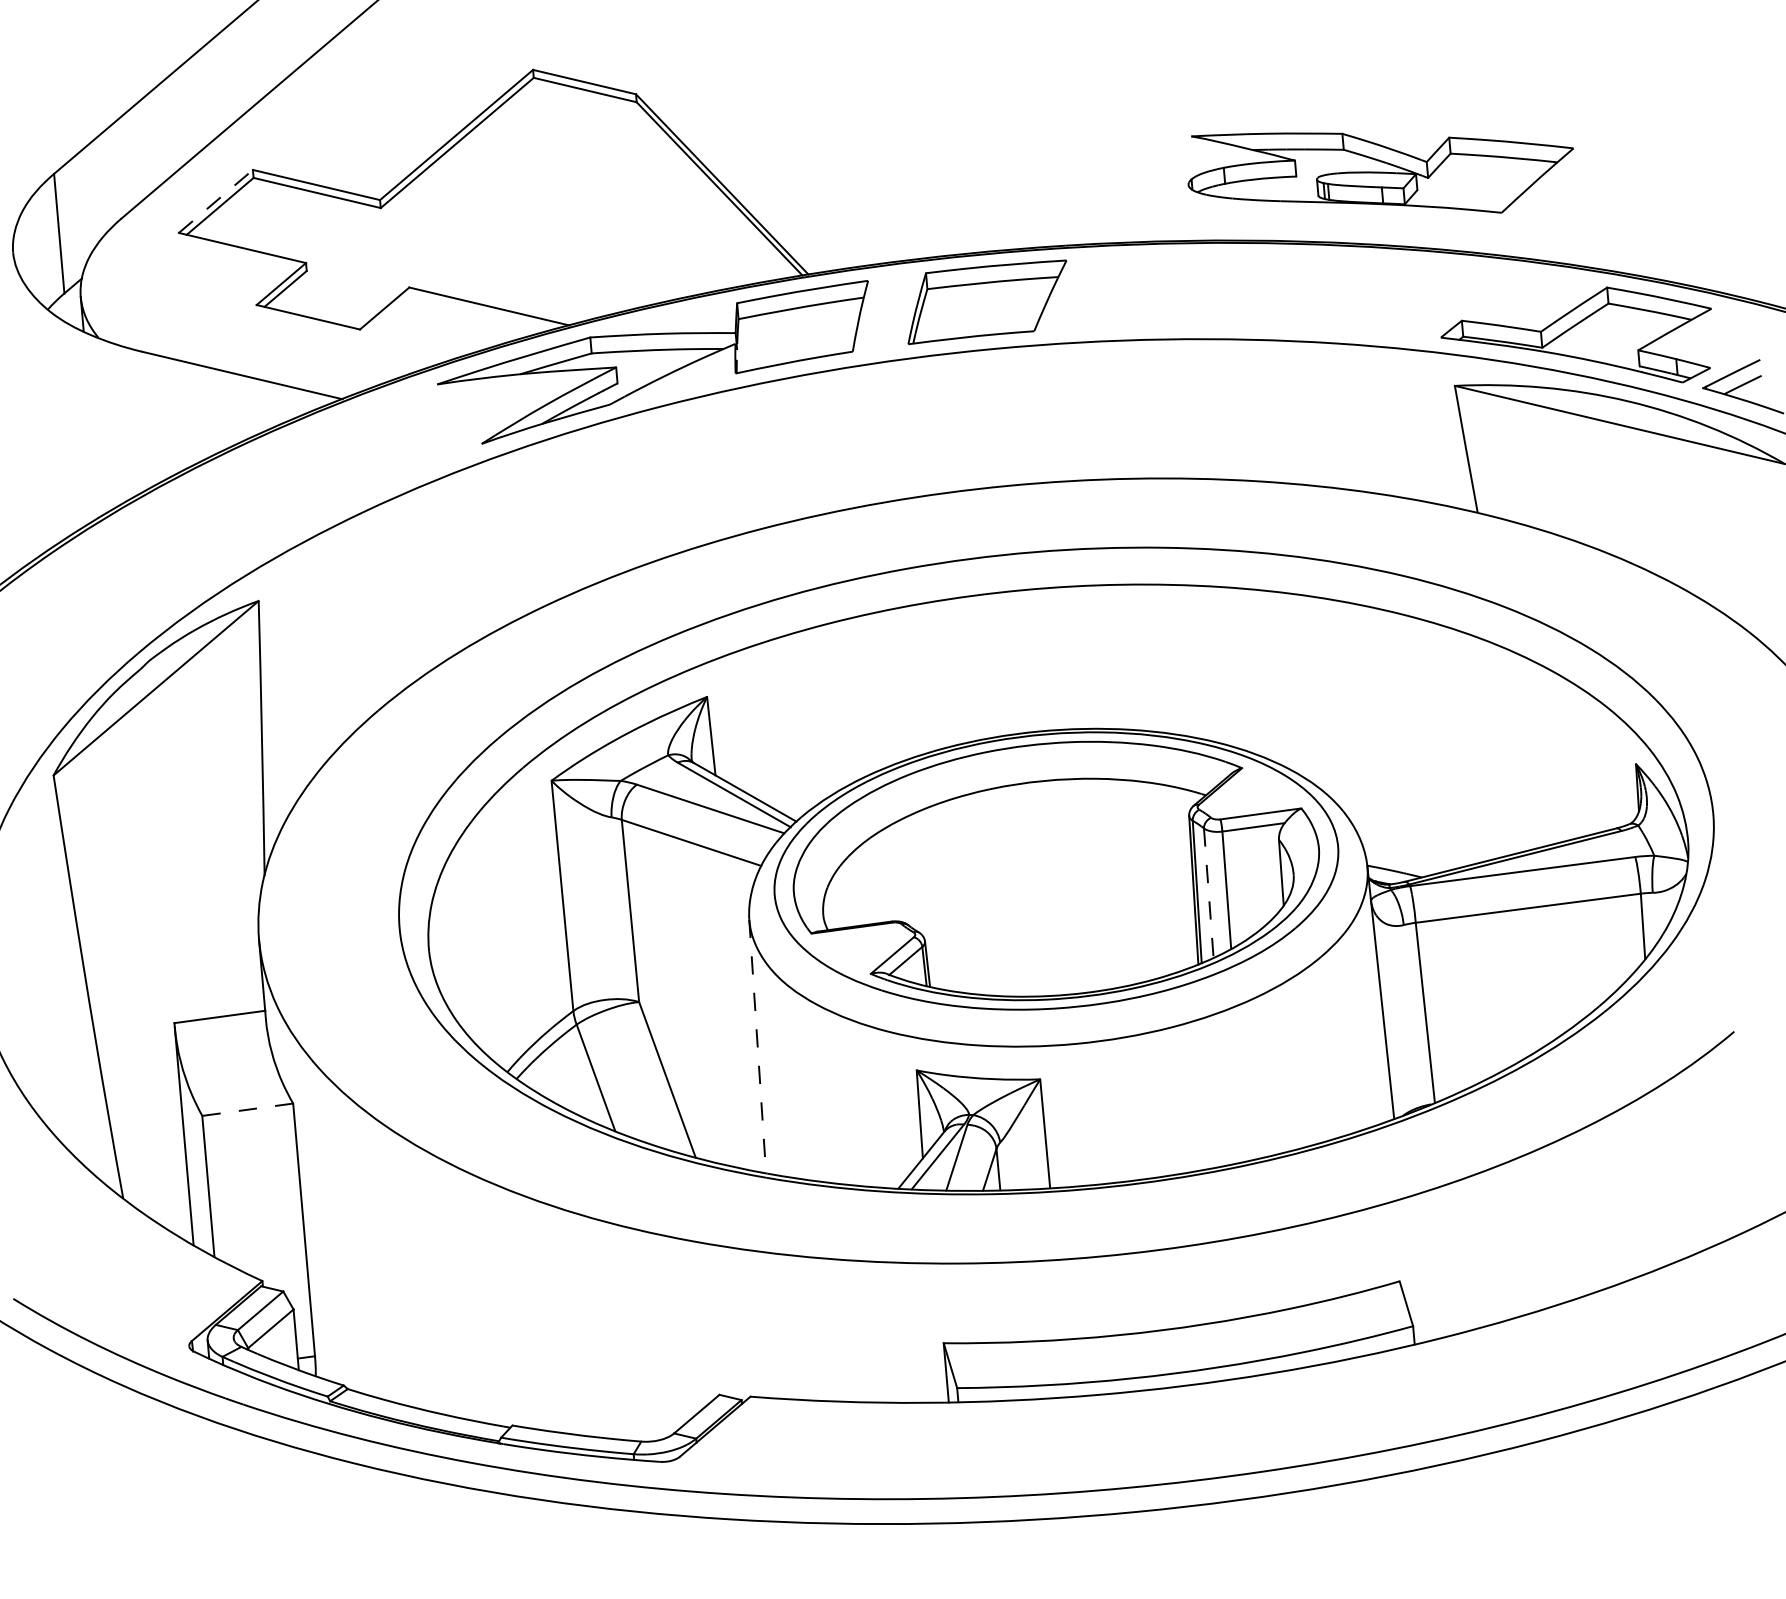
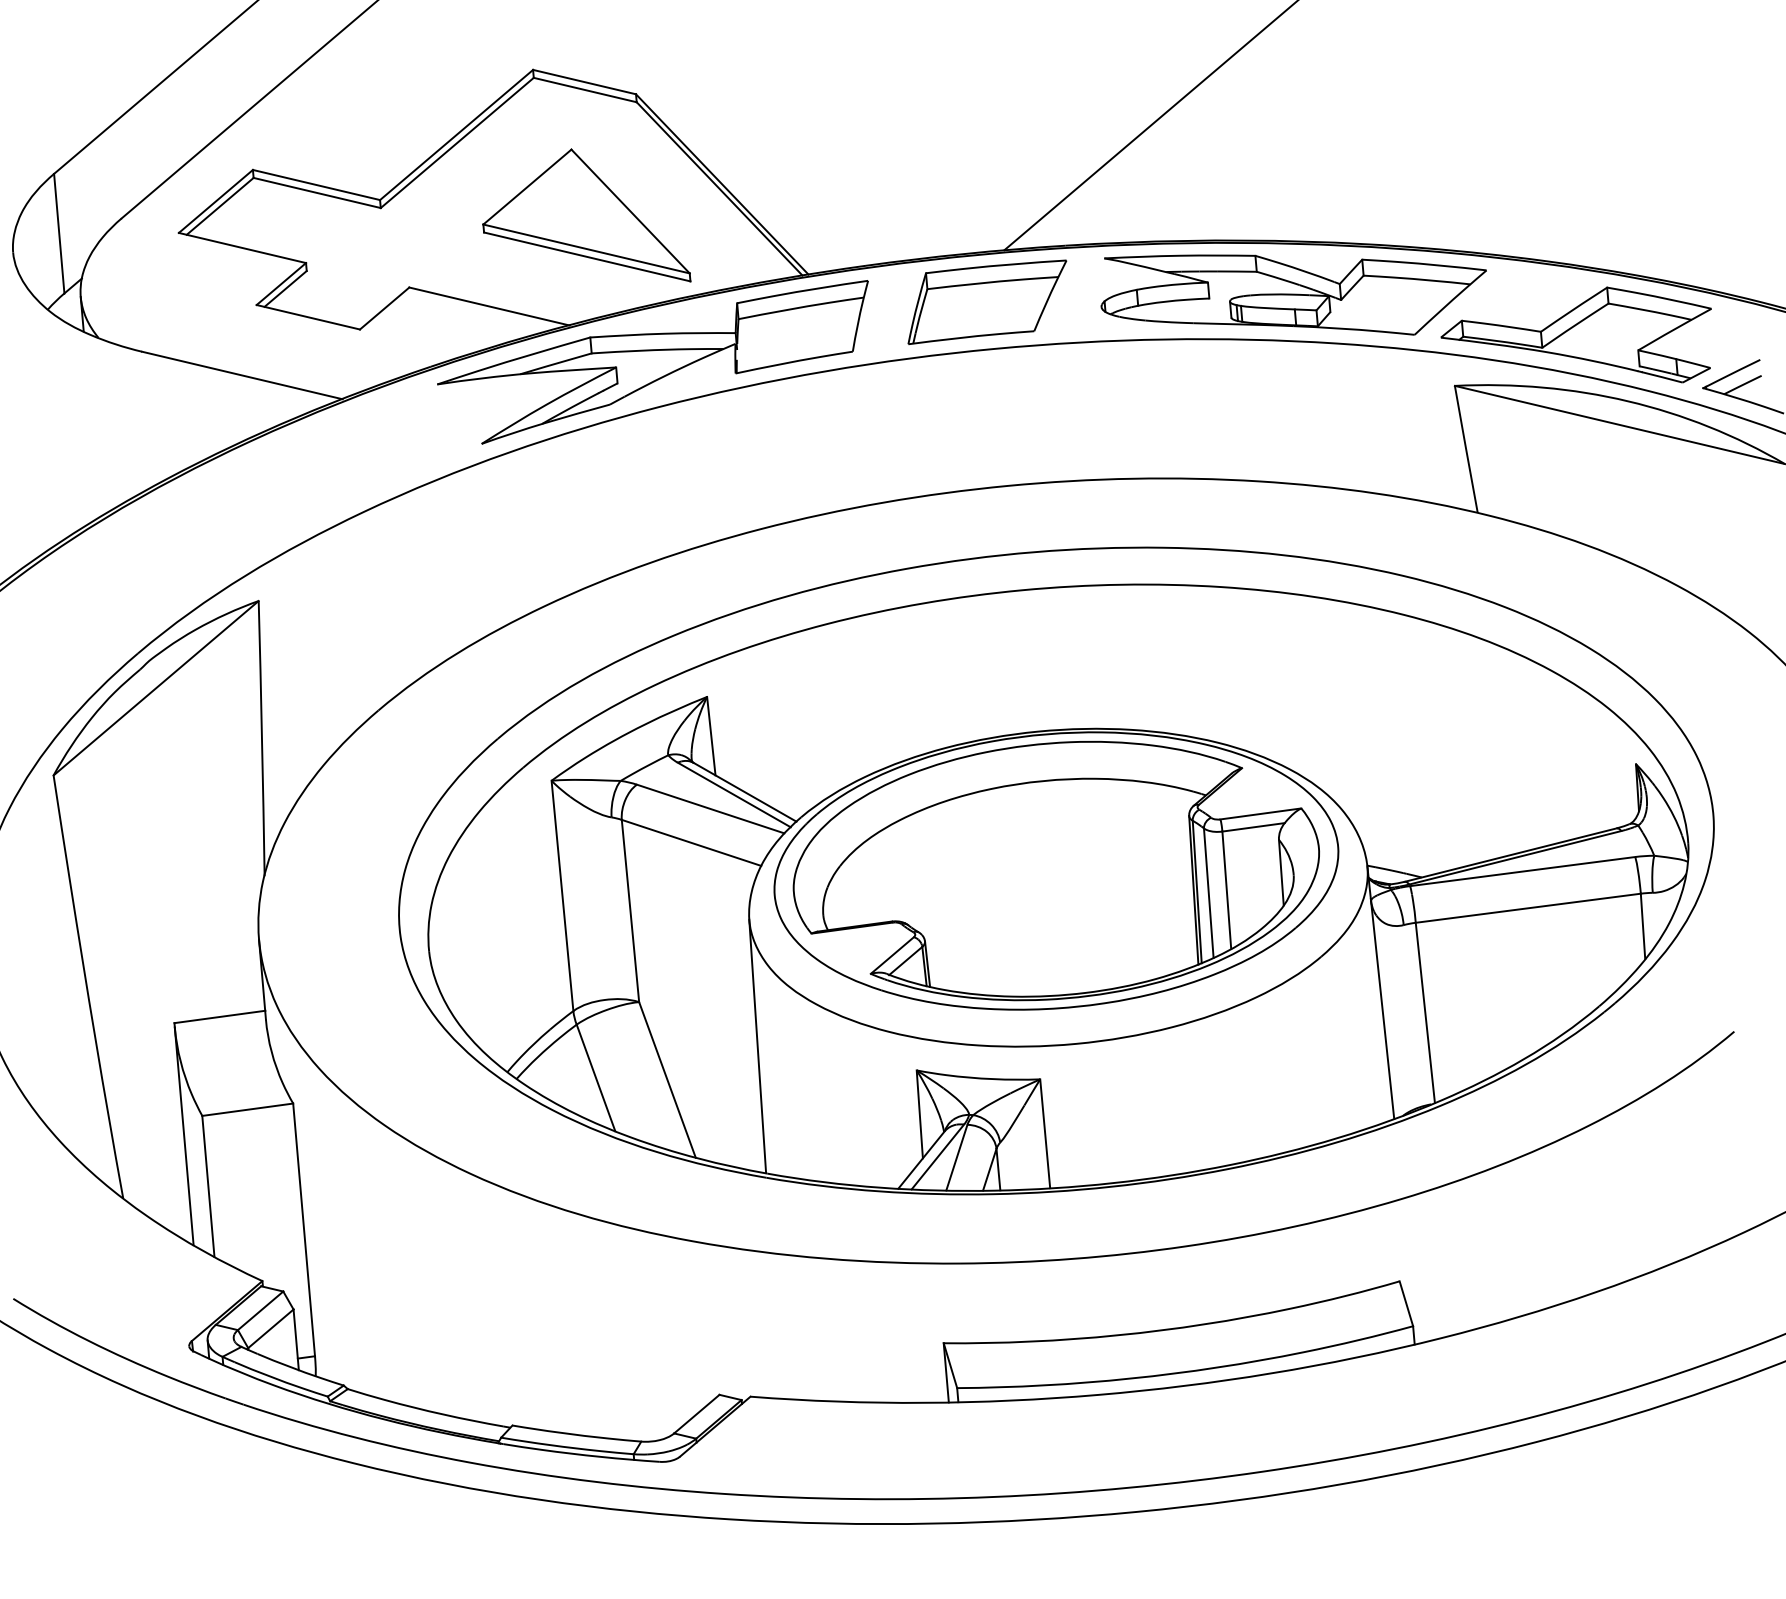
line at (1150, 126): none -> present
part at (1380, 172) position: (1380, 172) -> (1293, 294)
line at (215, 201): dashed -> solid
part at (586, 215): none -> present
line at (1208, 893): dashed -> solid
line at (757, 1046): dashed -> solid
line at (247, 1109): dashed -> solid
